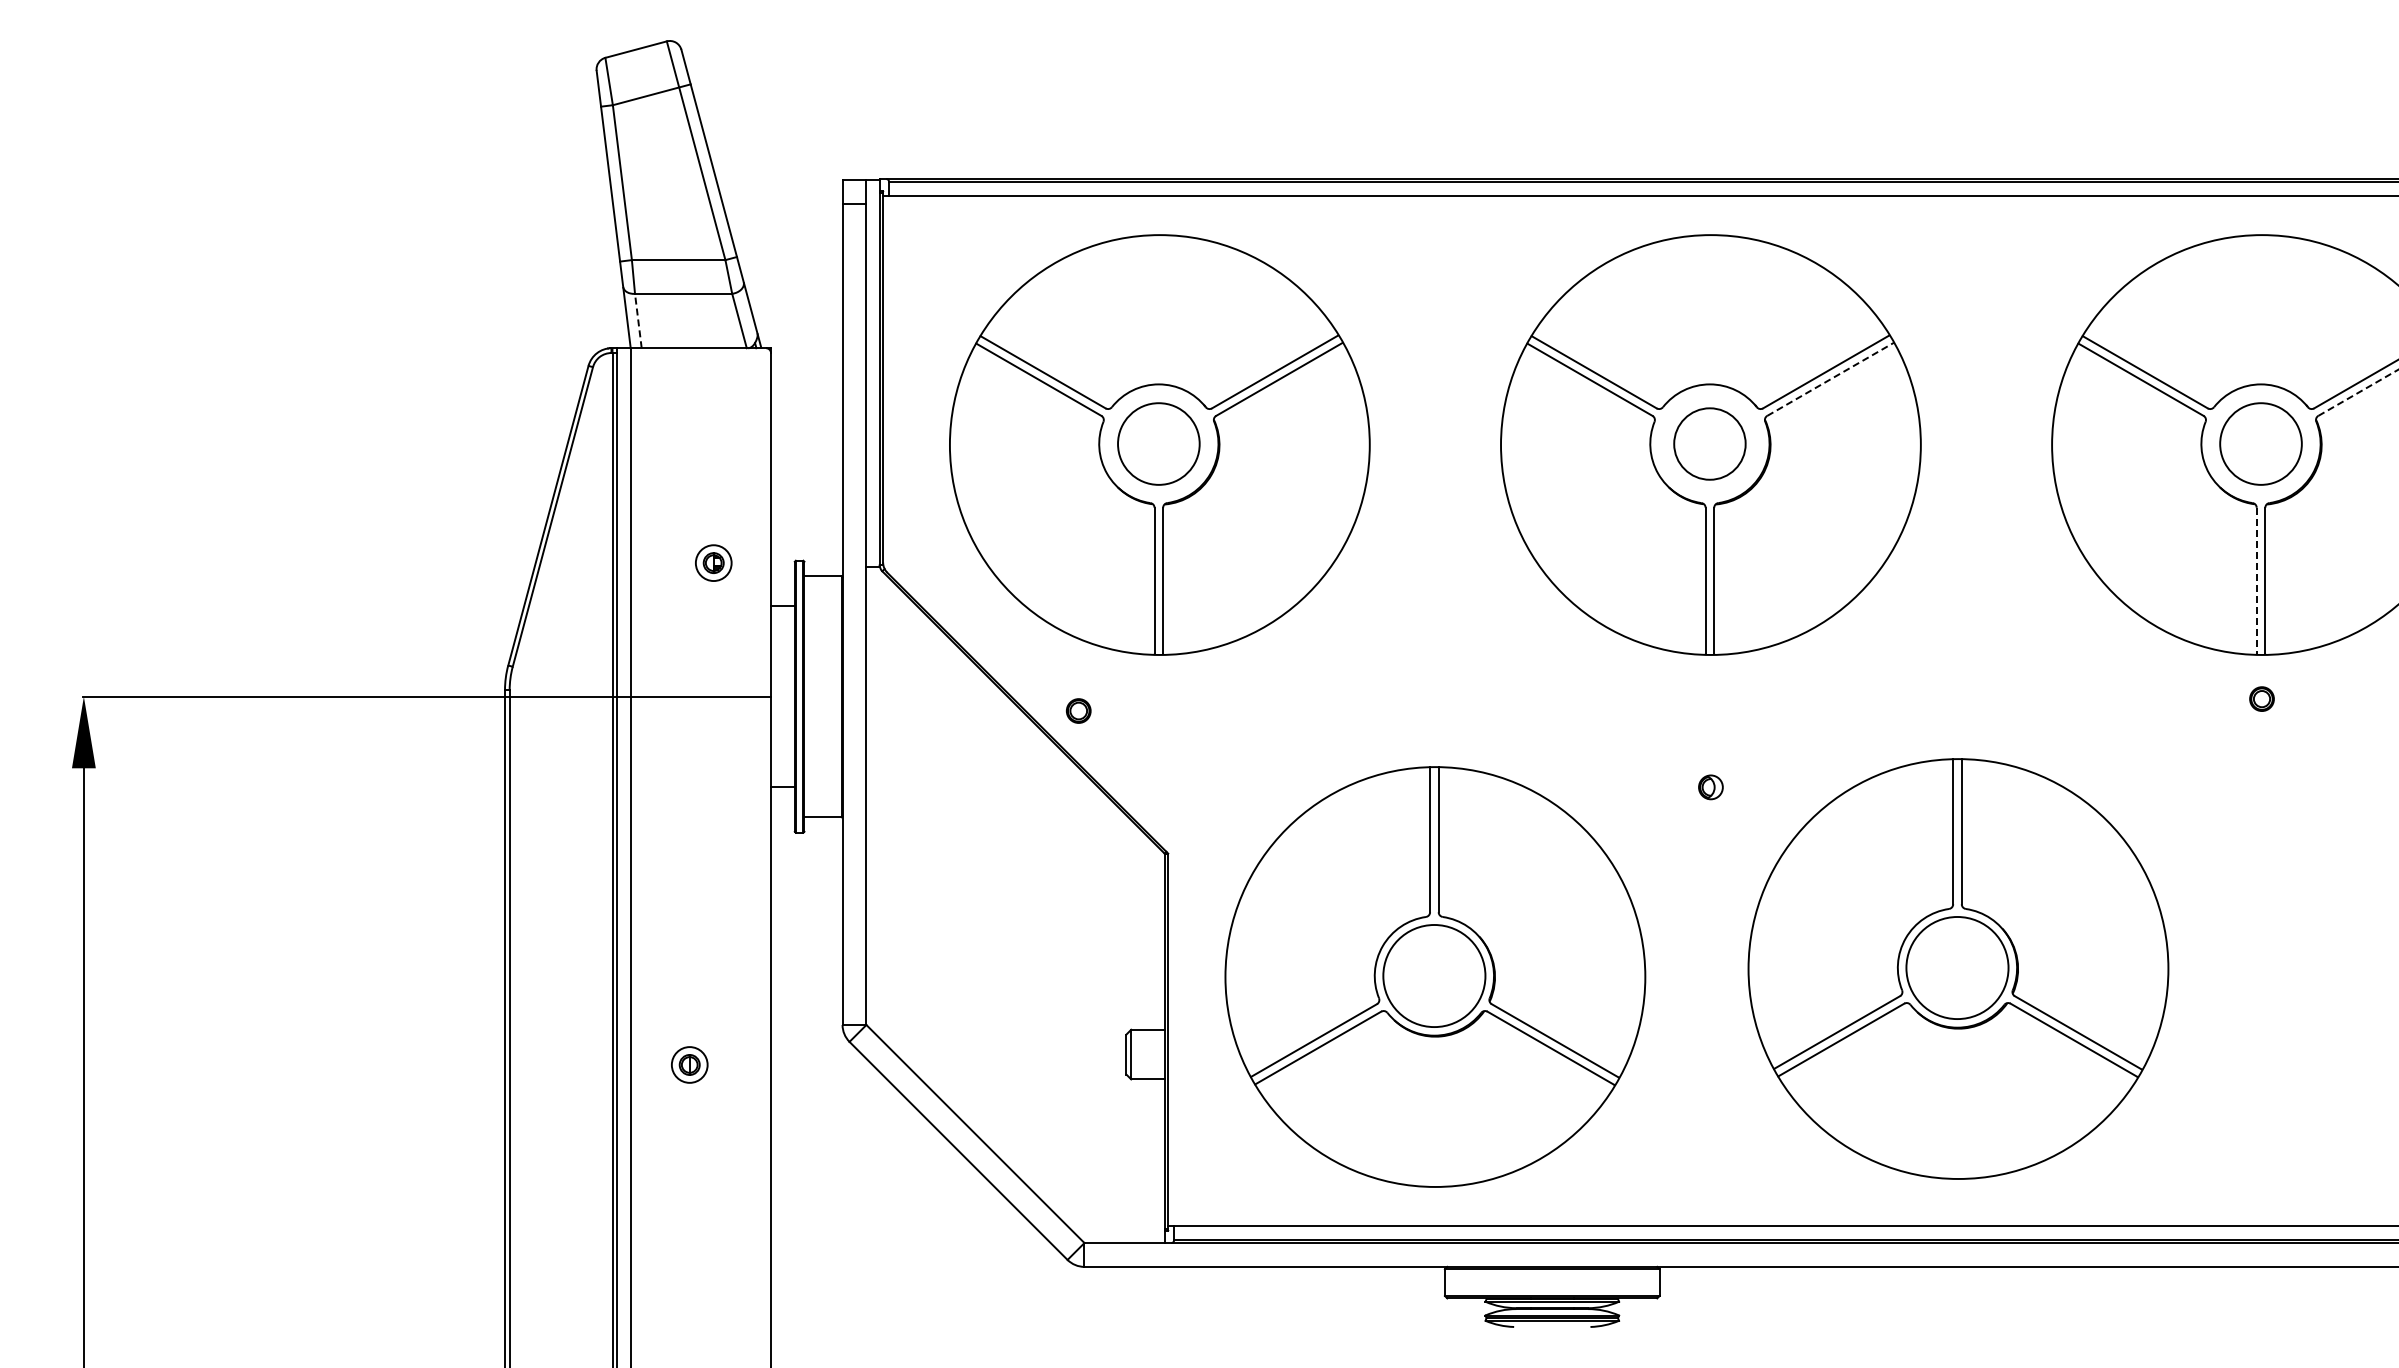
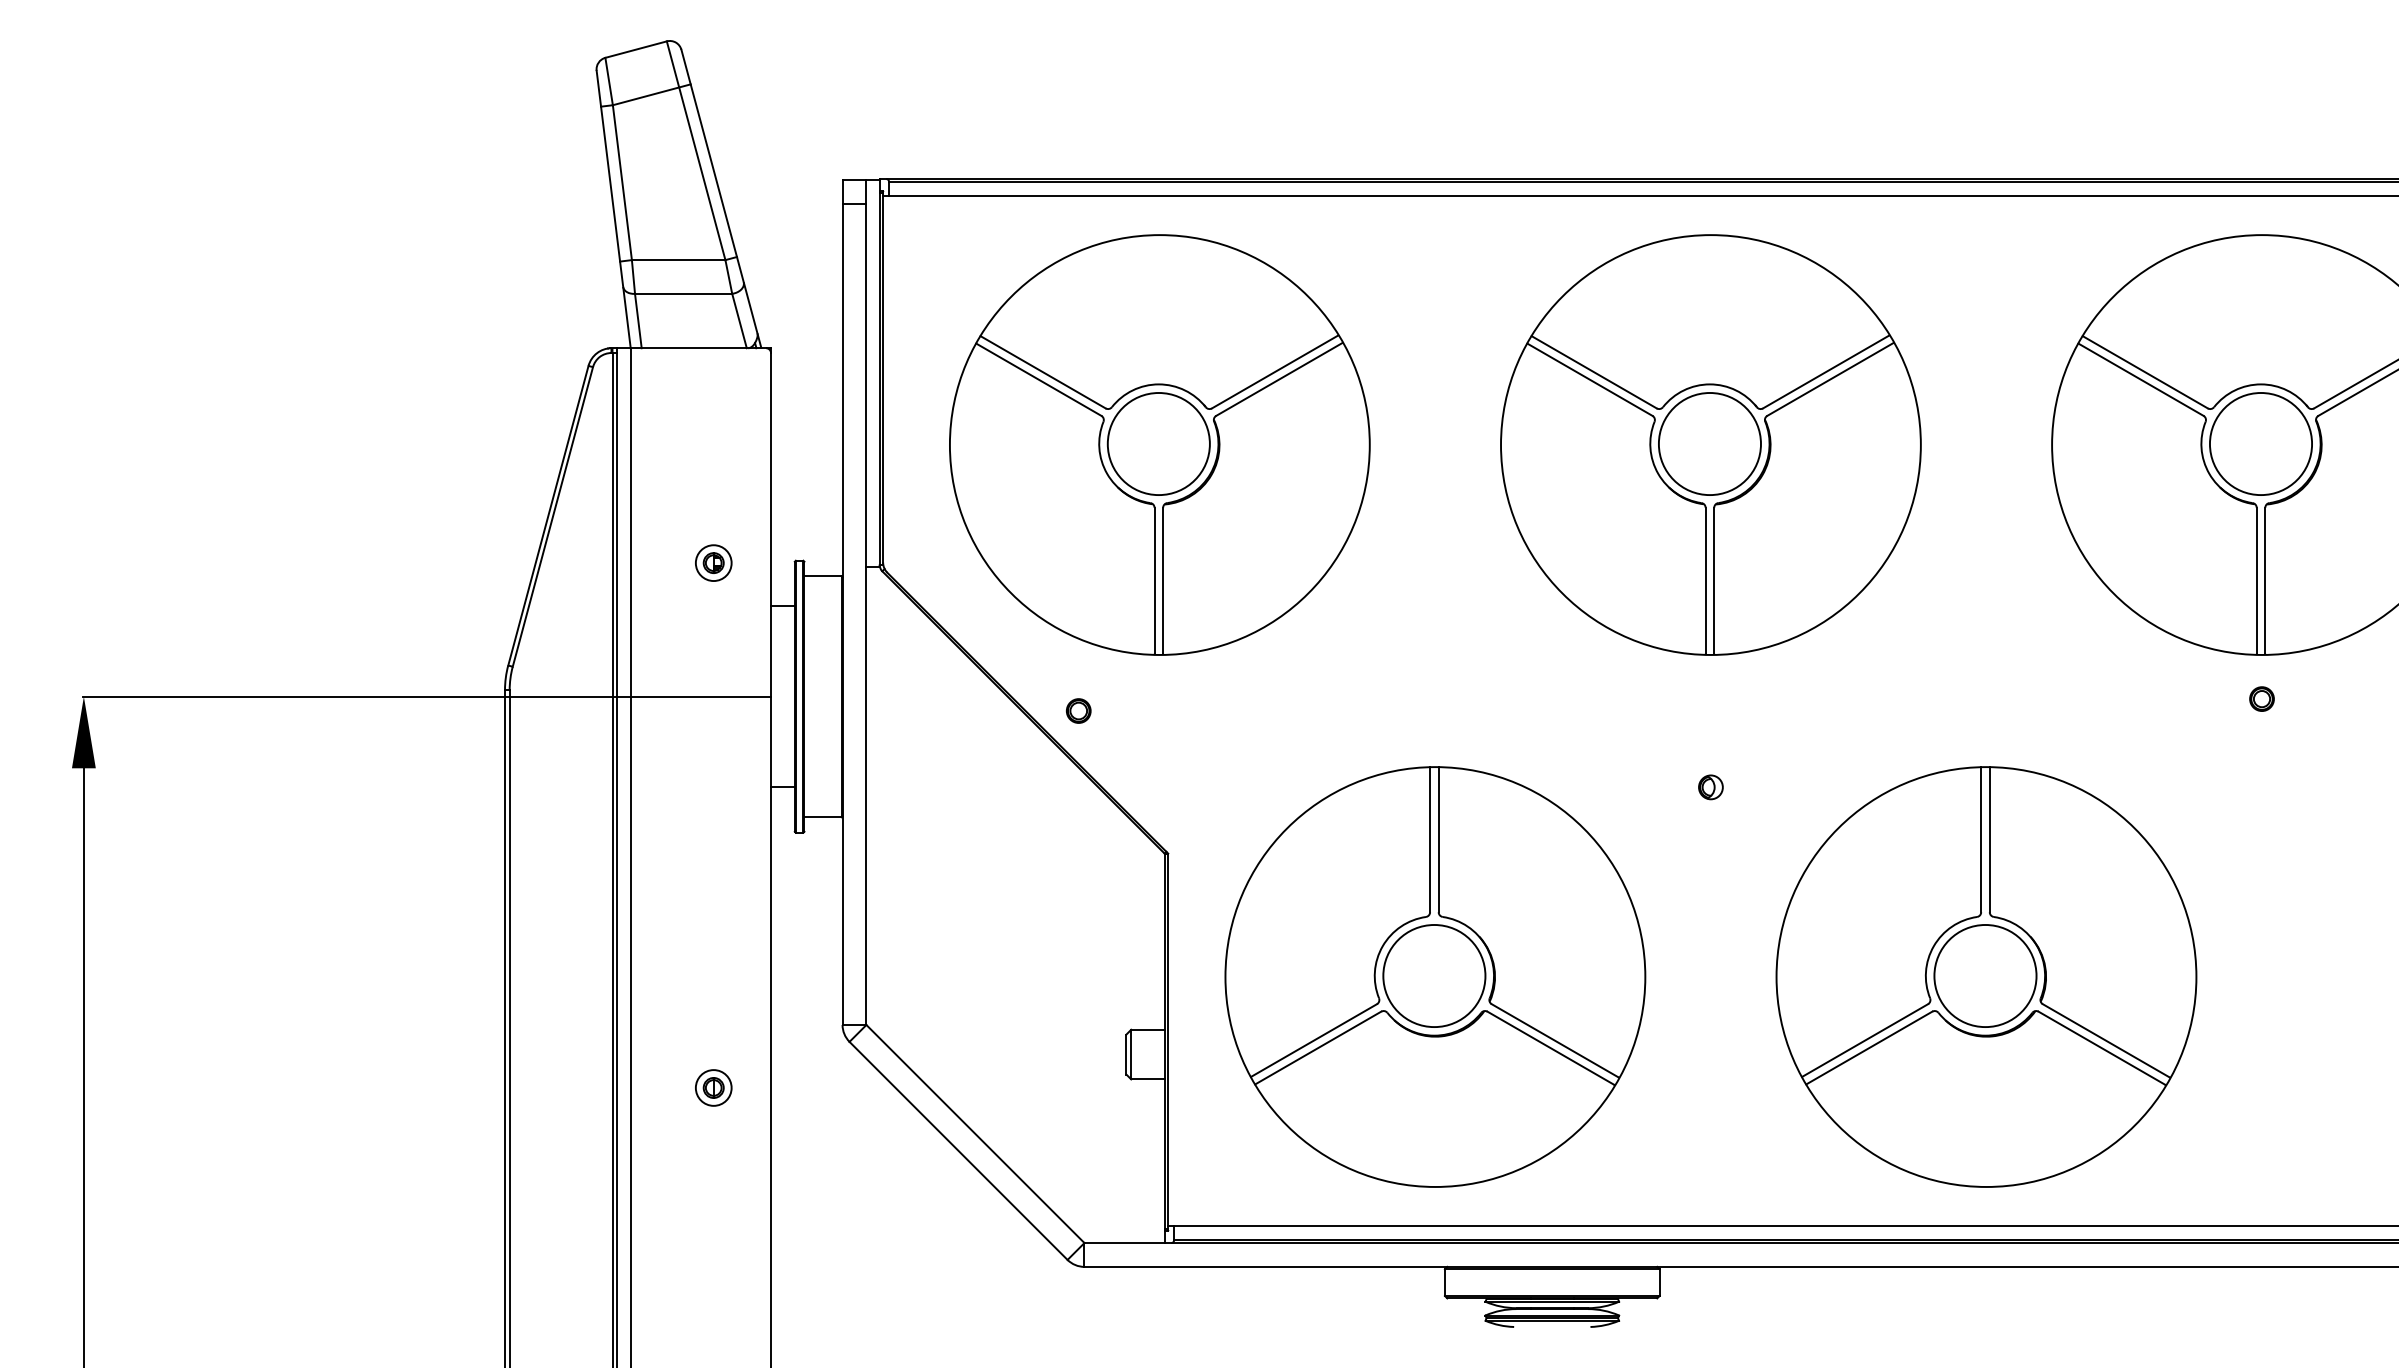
line at (638, 320): dashed -> solid
line at (1830, 379): dashed -> solid
line at (2359, 392): dashed -> solid
circle at (1158, 443) diameter: 82 px -> 102 px
circle at (1709, 443) diameter: 71 px -> 102 px
circle at (2260, 443) diameter: 82 px -> 102 px
line at (2256, 581): dashed -> solid
part at (1958, 968) position: (1958, 968) -> (1986, 976)
part at (689, 1064) position: (689, 1064) -> (713, 1087)
